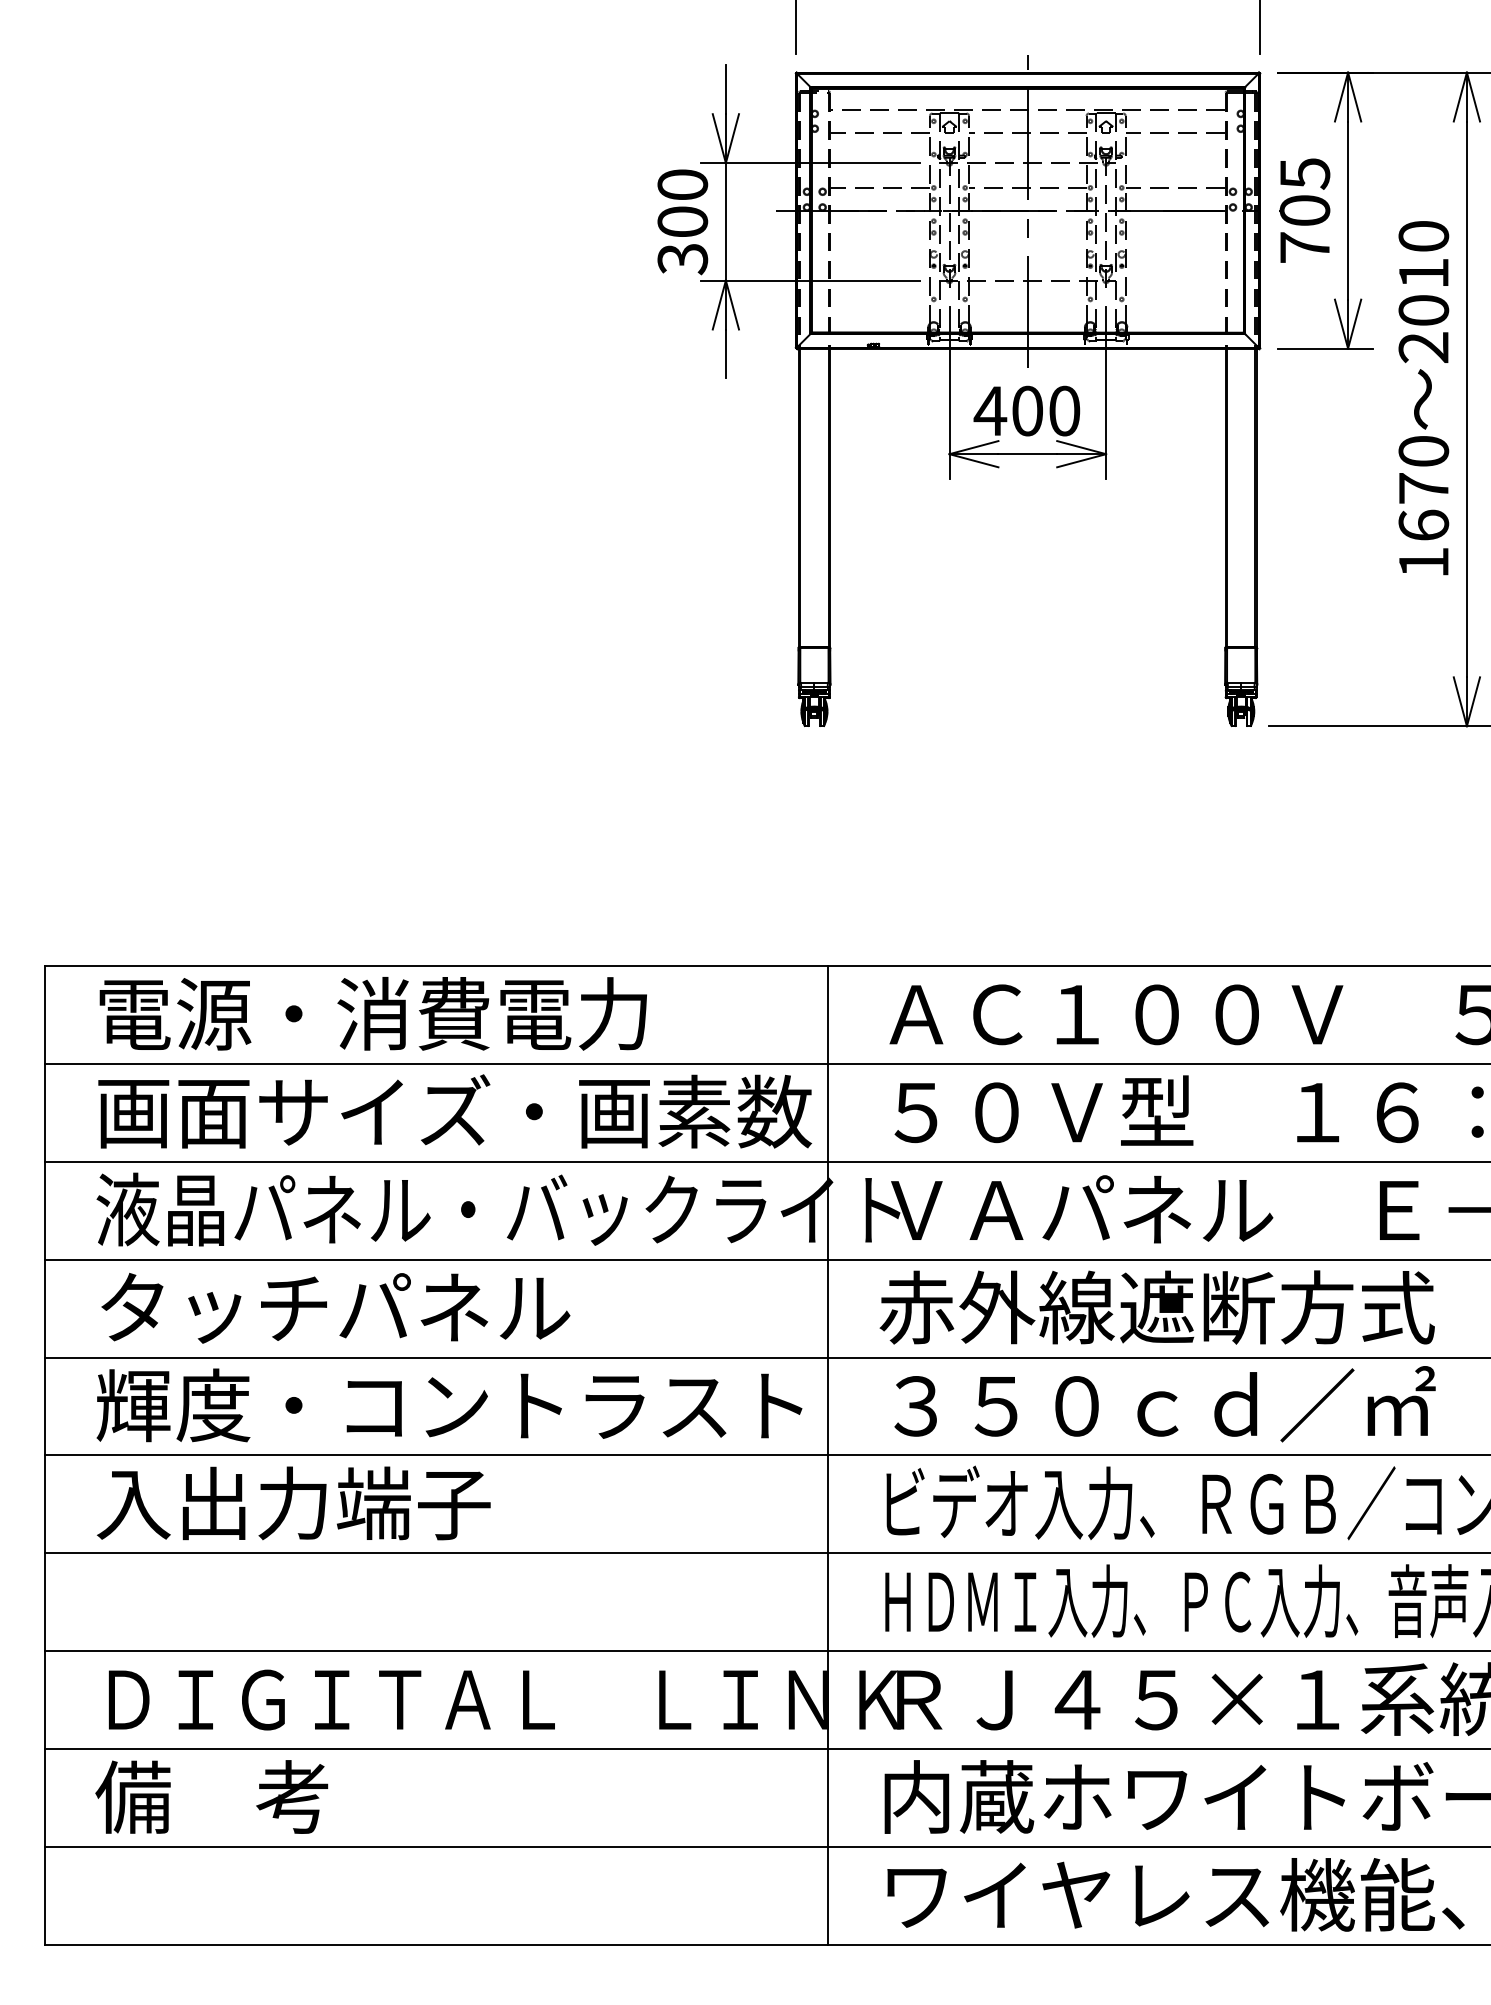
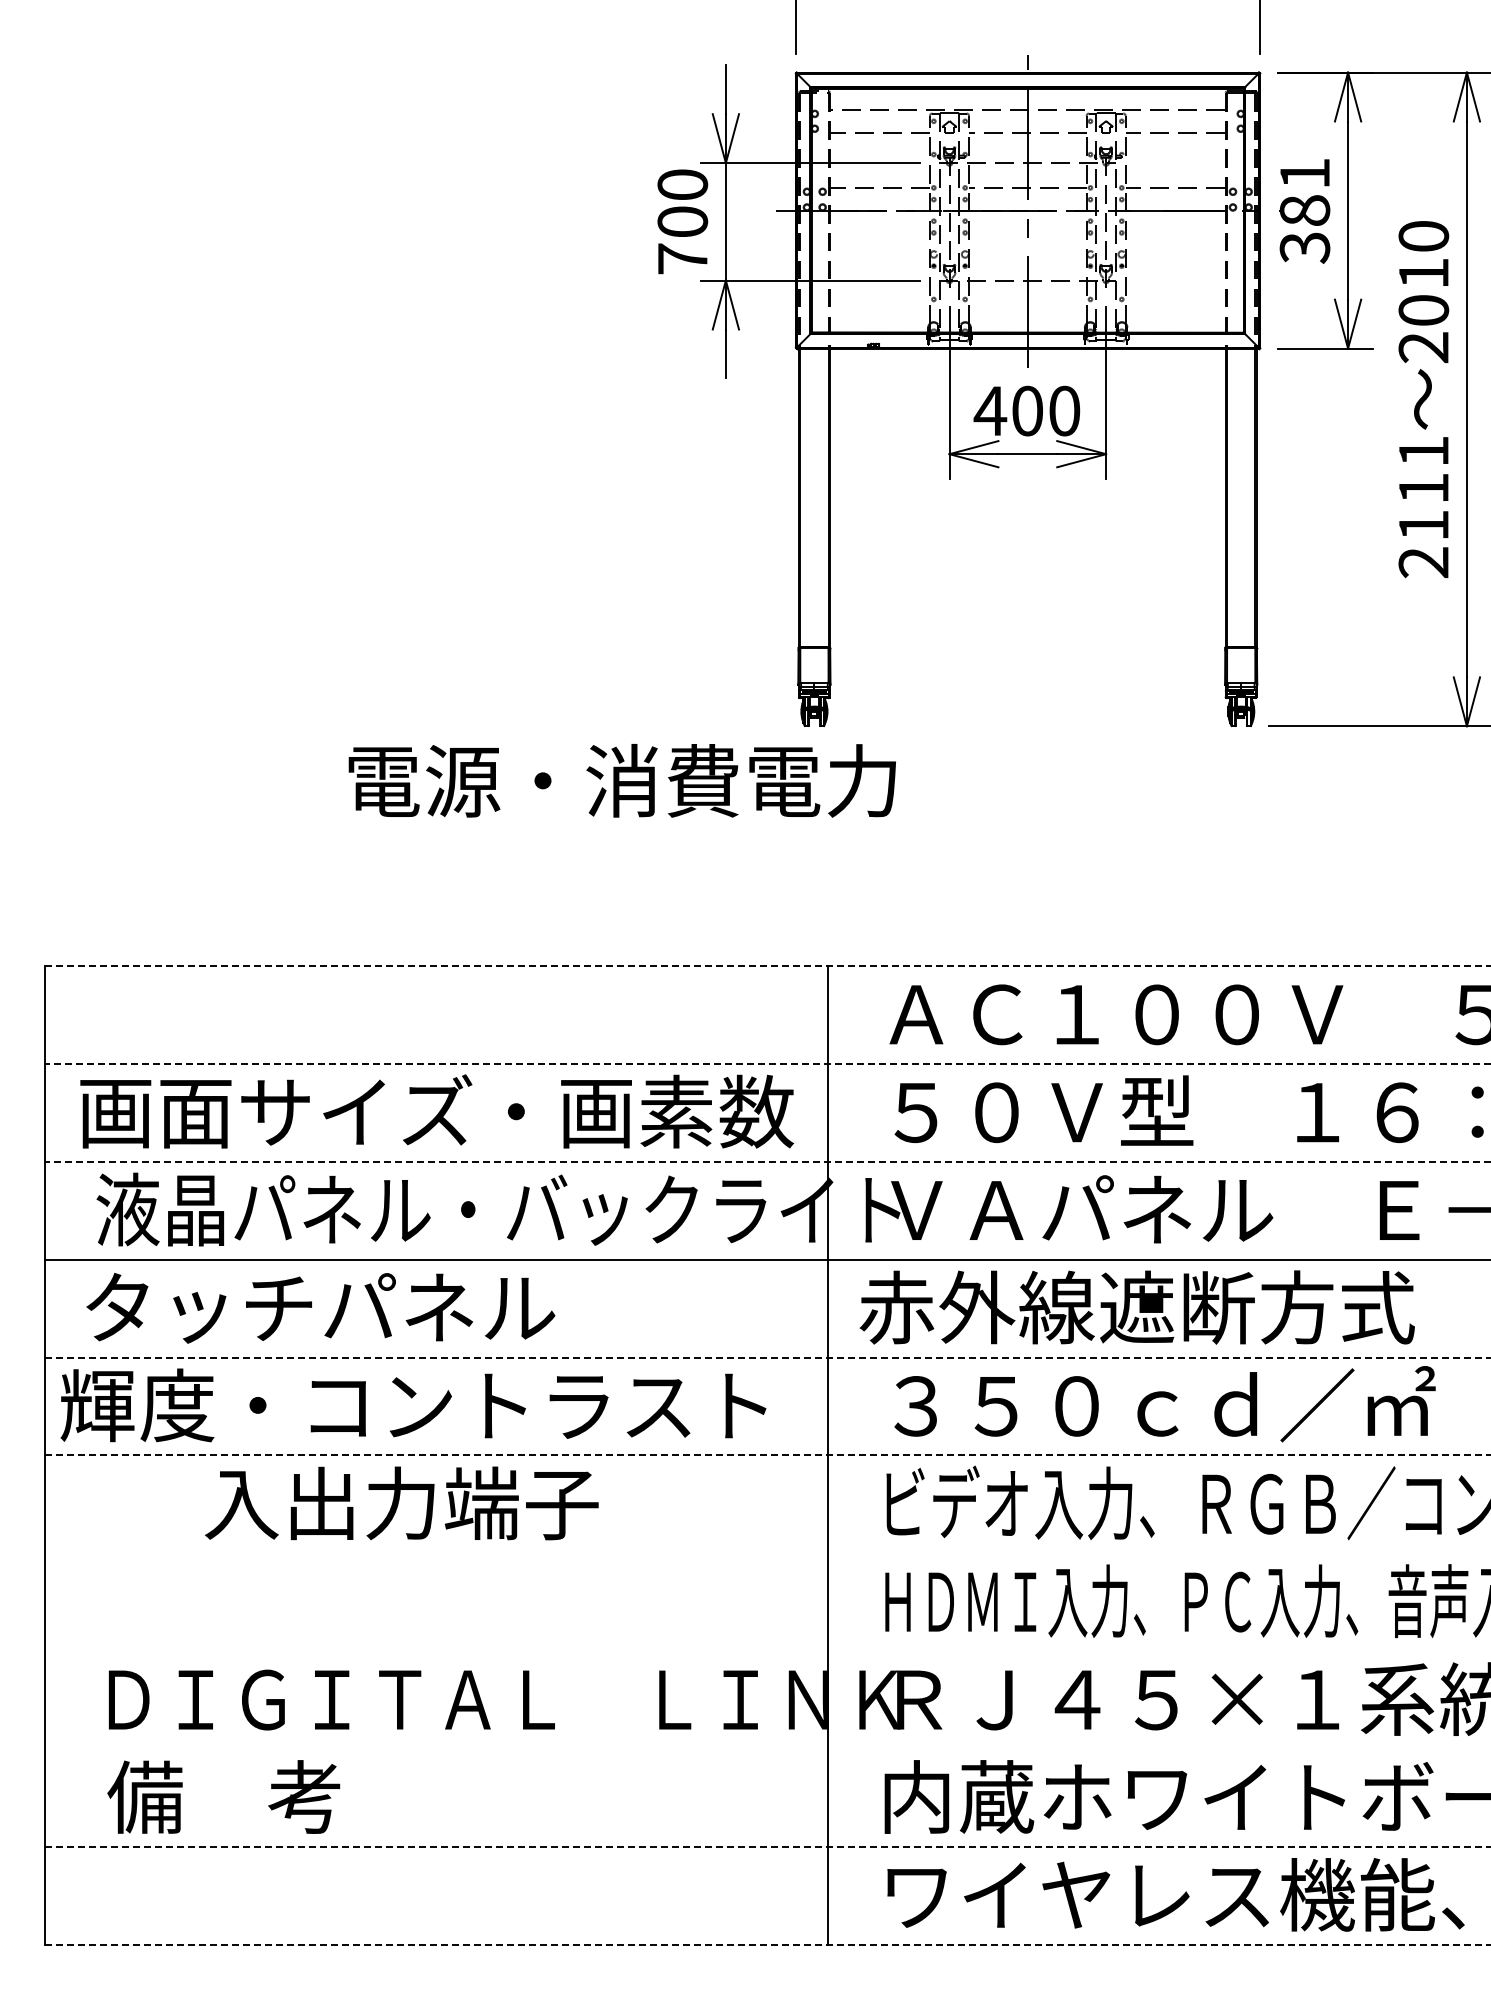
text at (1304, 210): 705 -> 381
text at (682, 259): 300 -> 700
text at (1423, 507): 1670 -> 2111
line at (767, 965): solid -> dashed
text at (372, 1013) position: (372, 1013) -> (621, 780)
line at (767, 1063): solid -> dashed
text at (455, 1111) position: (455, 1111) -> (437, 1111)
line at (767, 1161): solid -> dashed
text at (335, 1307) position: (335, 1307) -> (320, 1307)
text at (1156, 1307) position: (1156, 1307) -> (1136, 1307)
line at (767, 1357): solid -> dashed
text at (449, 1405) position: (449, 1405) -> (413, 1405)
line at (767, 1455): solid -> dashed
text at (293, 1503) position: (293, 1503) -> (401, 1503)
line at (765, 1553): present -> none
line at (765, 1651): present -> none
line at (765, 1749): present -> none
text at (211, 1796) position: (211, 1796) -> (223, 1796)
line at (767, 1846): solid -> dashed
line at (767, 1944): solid -> dashed
